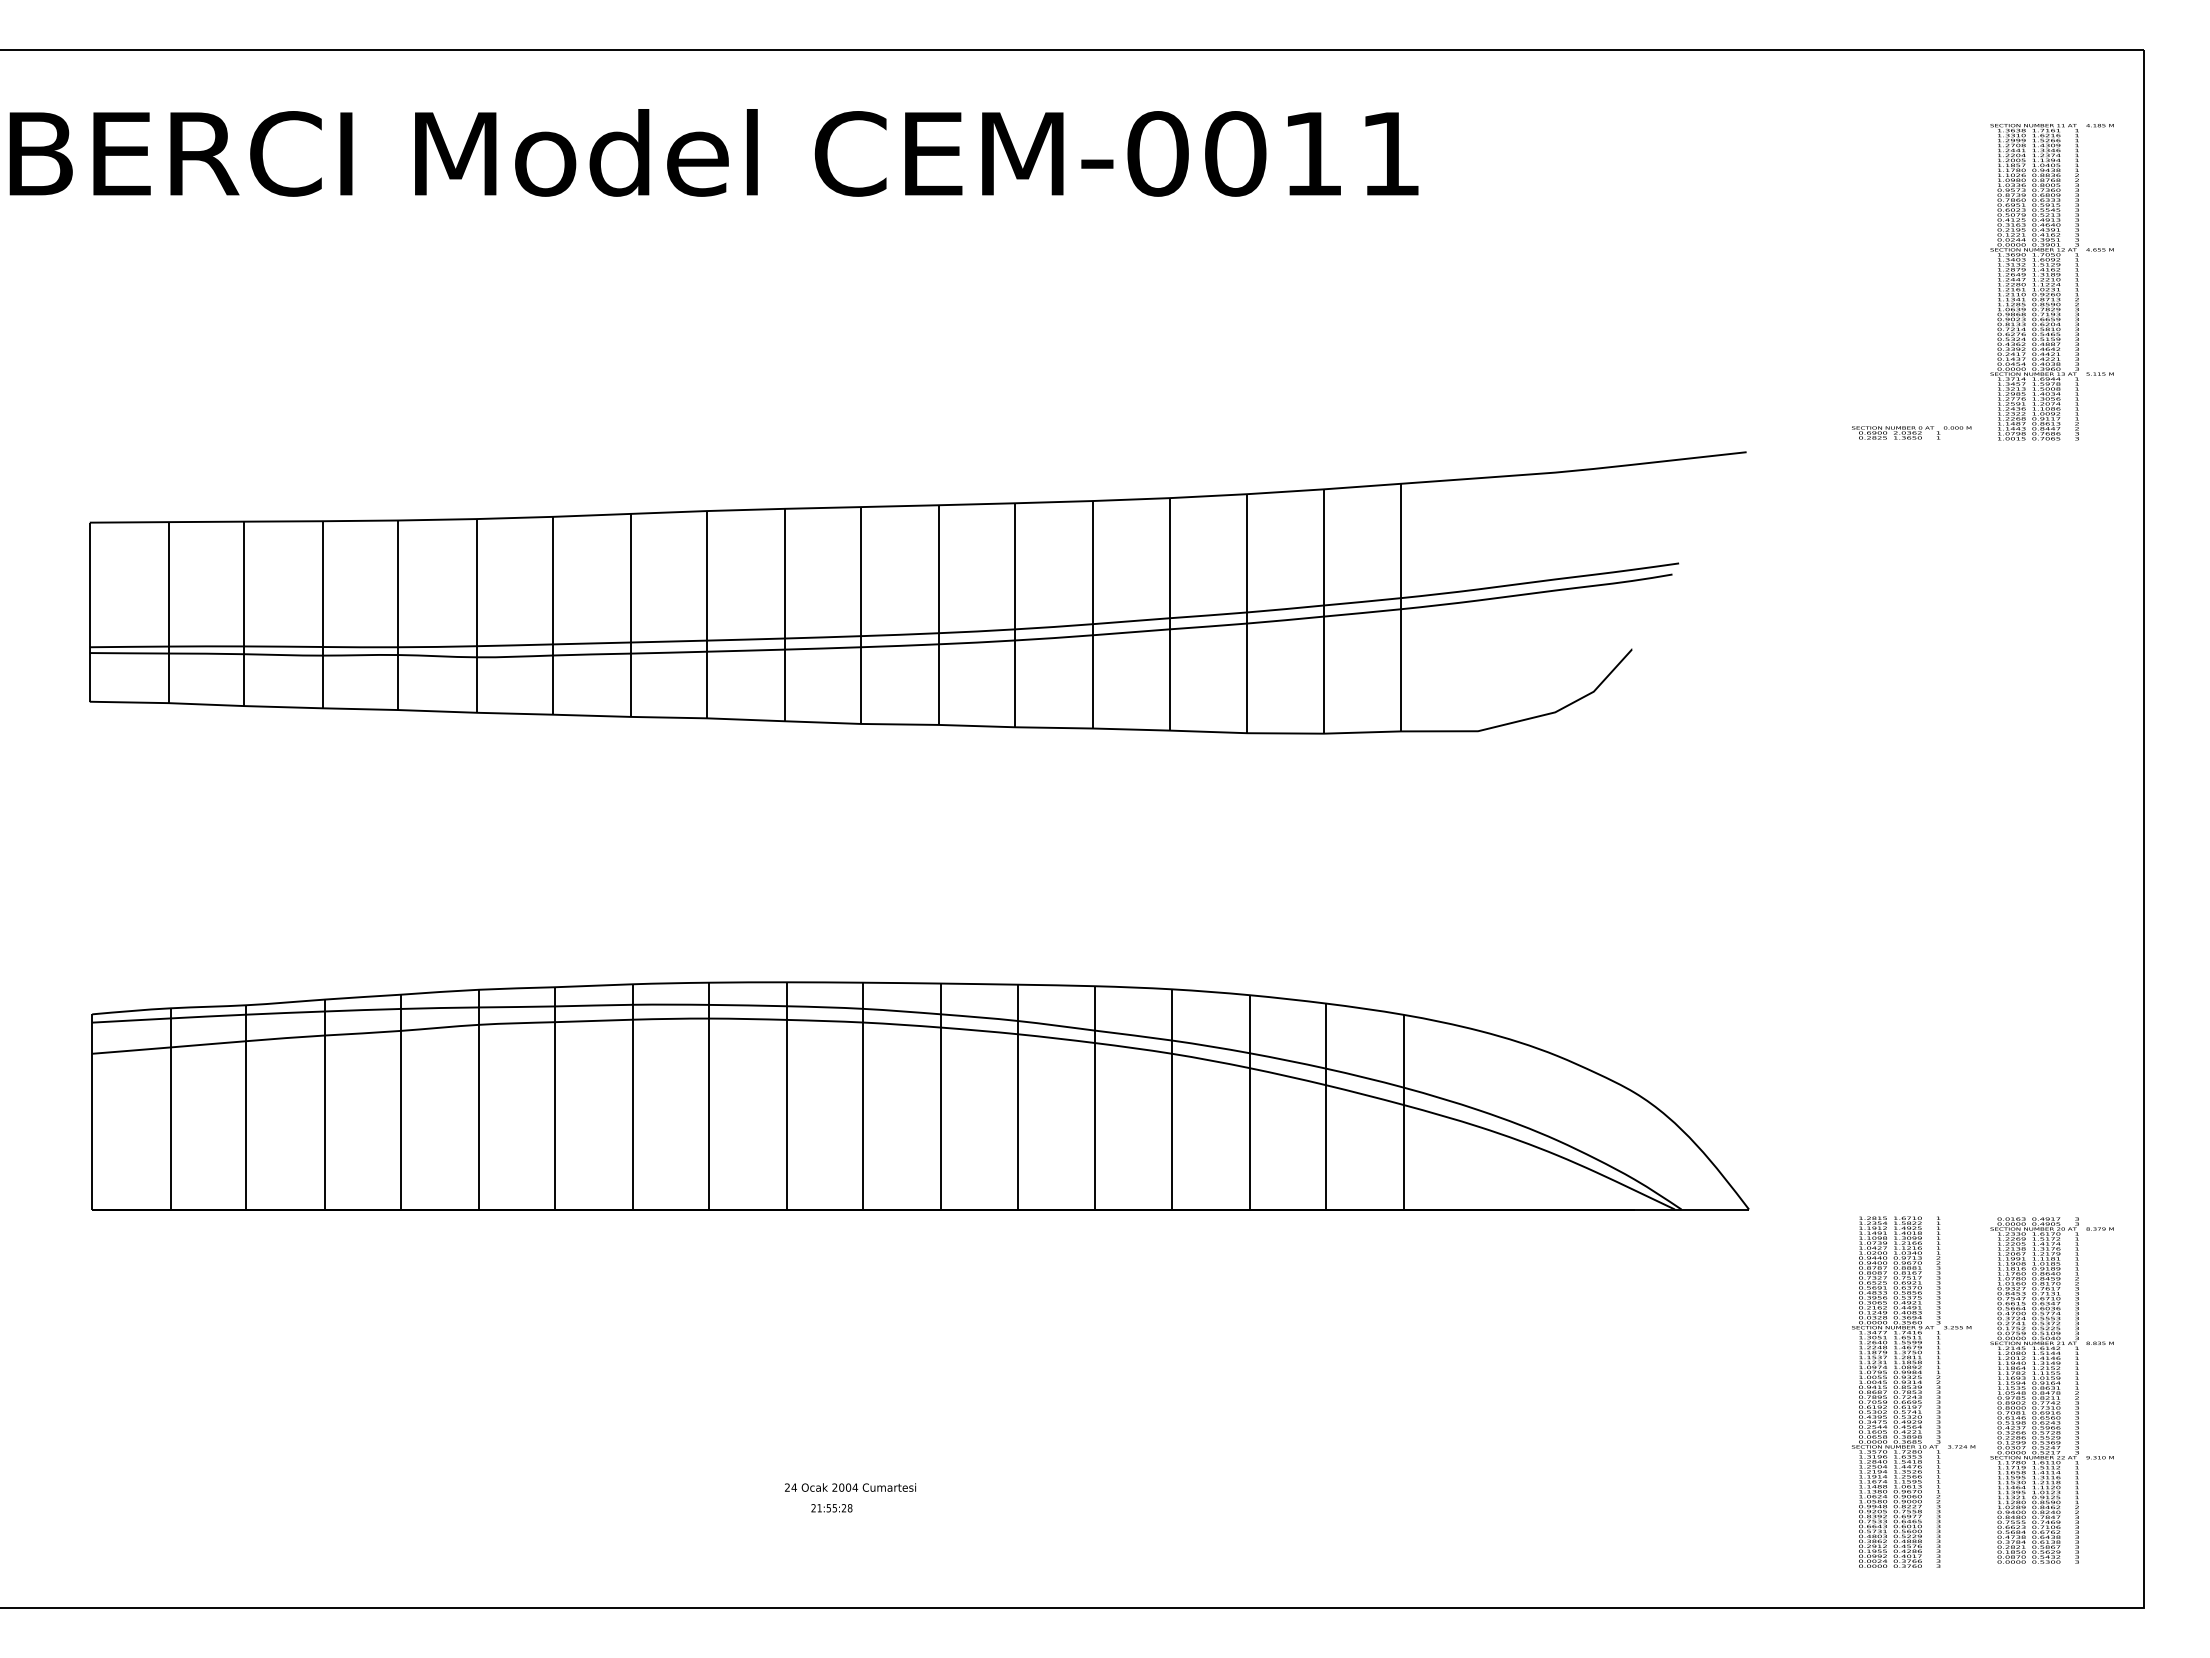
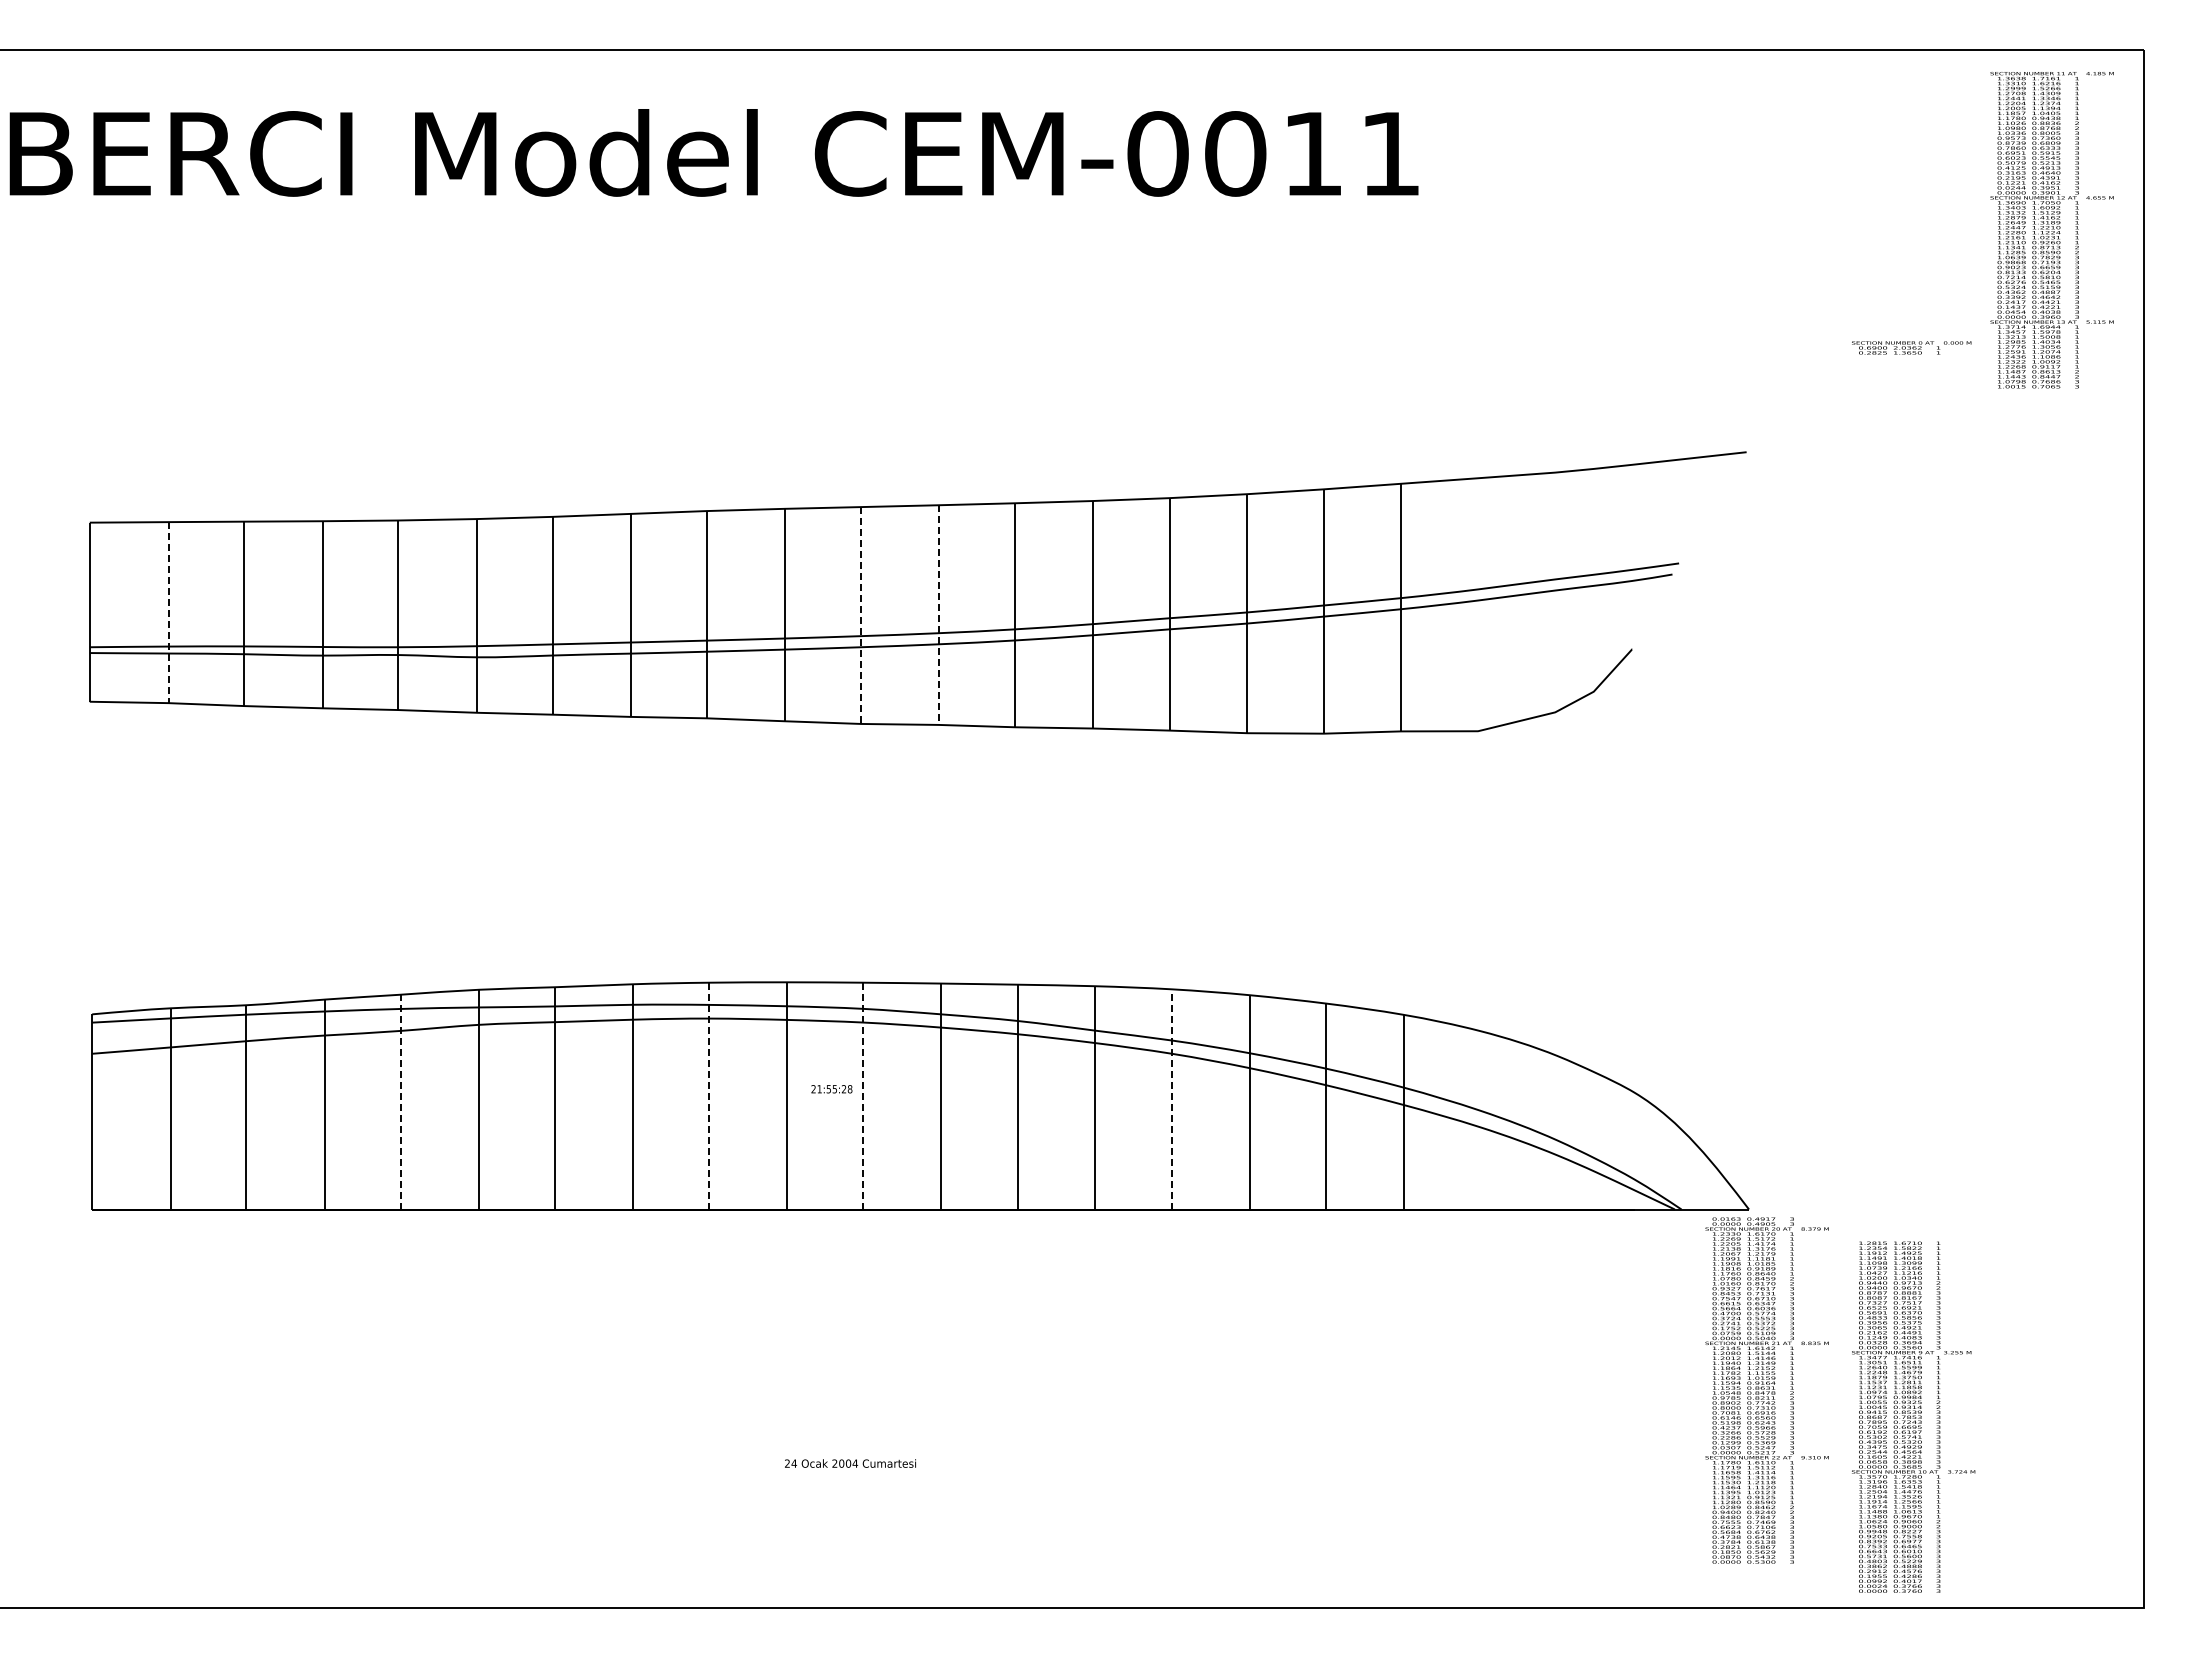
text at (2051, 282) position: (2051, 282) -> (2051, 230)
text at (1911, 432) position: (1911, 432) -> (1911, 347)
line at (168, 612): solid -> dashed
line at (938, 615): solid -> dashed
line at (861, 616): solid -> dashed
line at (709, 1095): solid -> dashed
line at (863, 1095): solid -> dashed
line at (1171, 1098): solid -> dashed
line at (400, 1101): solid -> dashed
text at (2051, 1390) position: (2051, 1390) -> (1766, 1390)
text at (1913, 1391) position: (1913, 1391) -> (1913, 1416)
text at (850, 1487) position: (850, 1487) -> (850, 1463)
text at (831, 1508) position: (831, 1508) -> (831, 1089)
